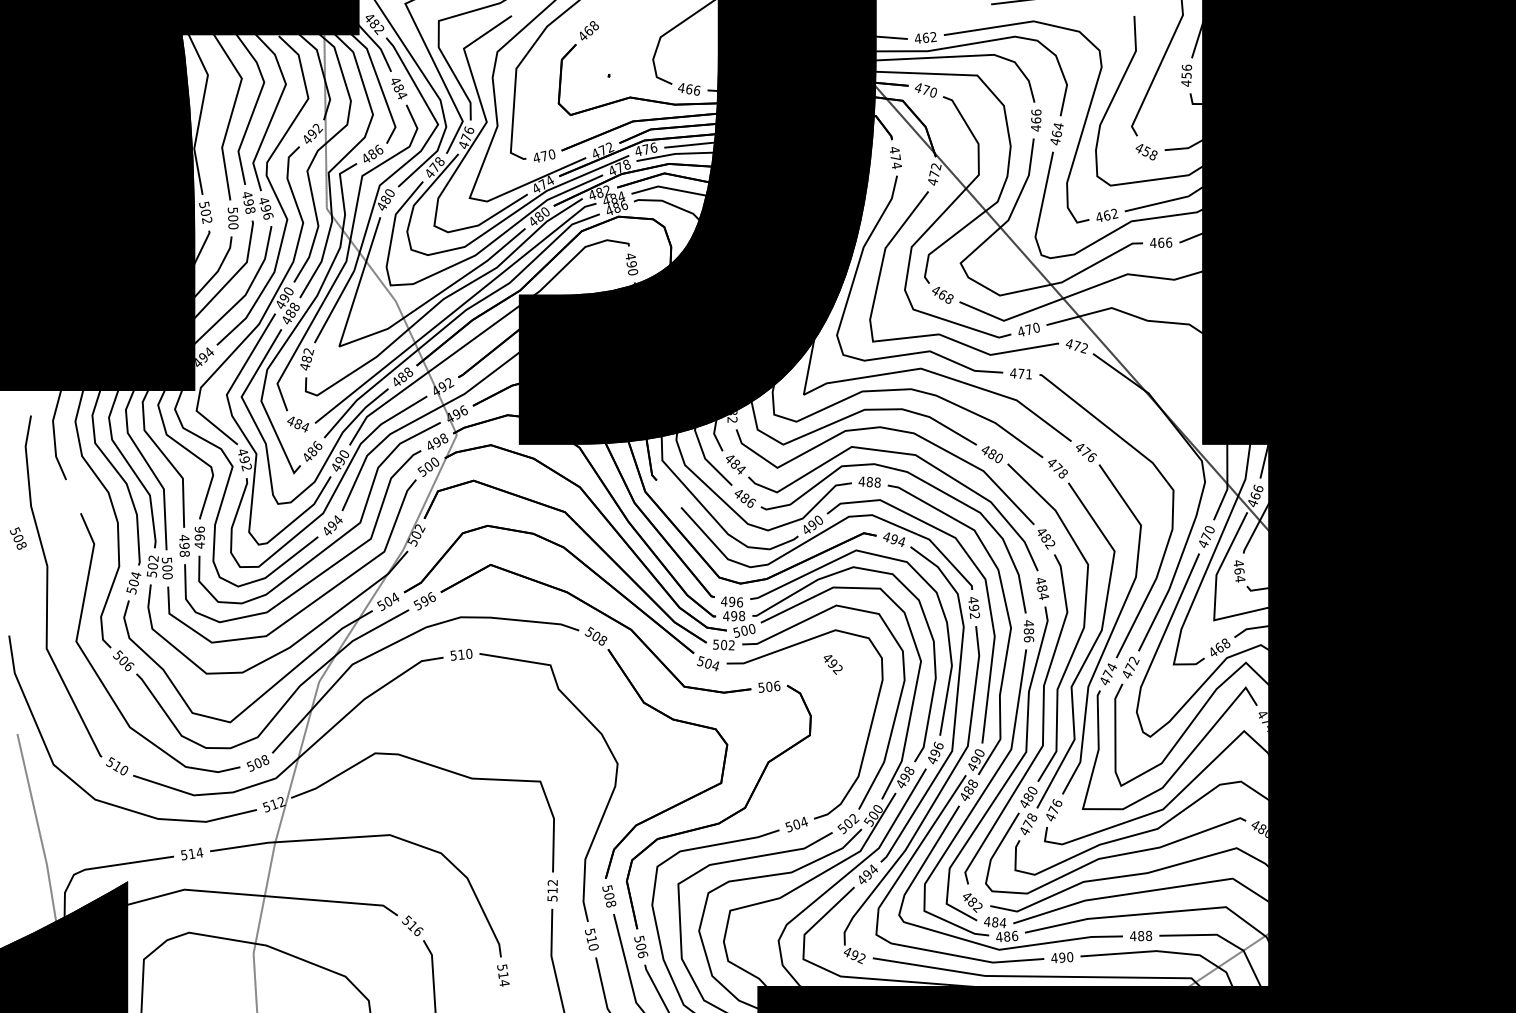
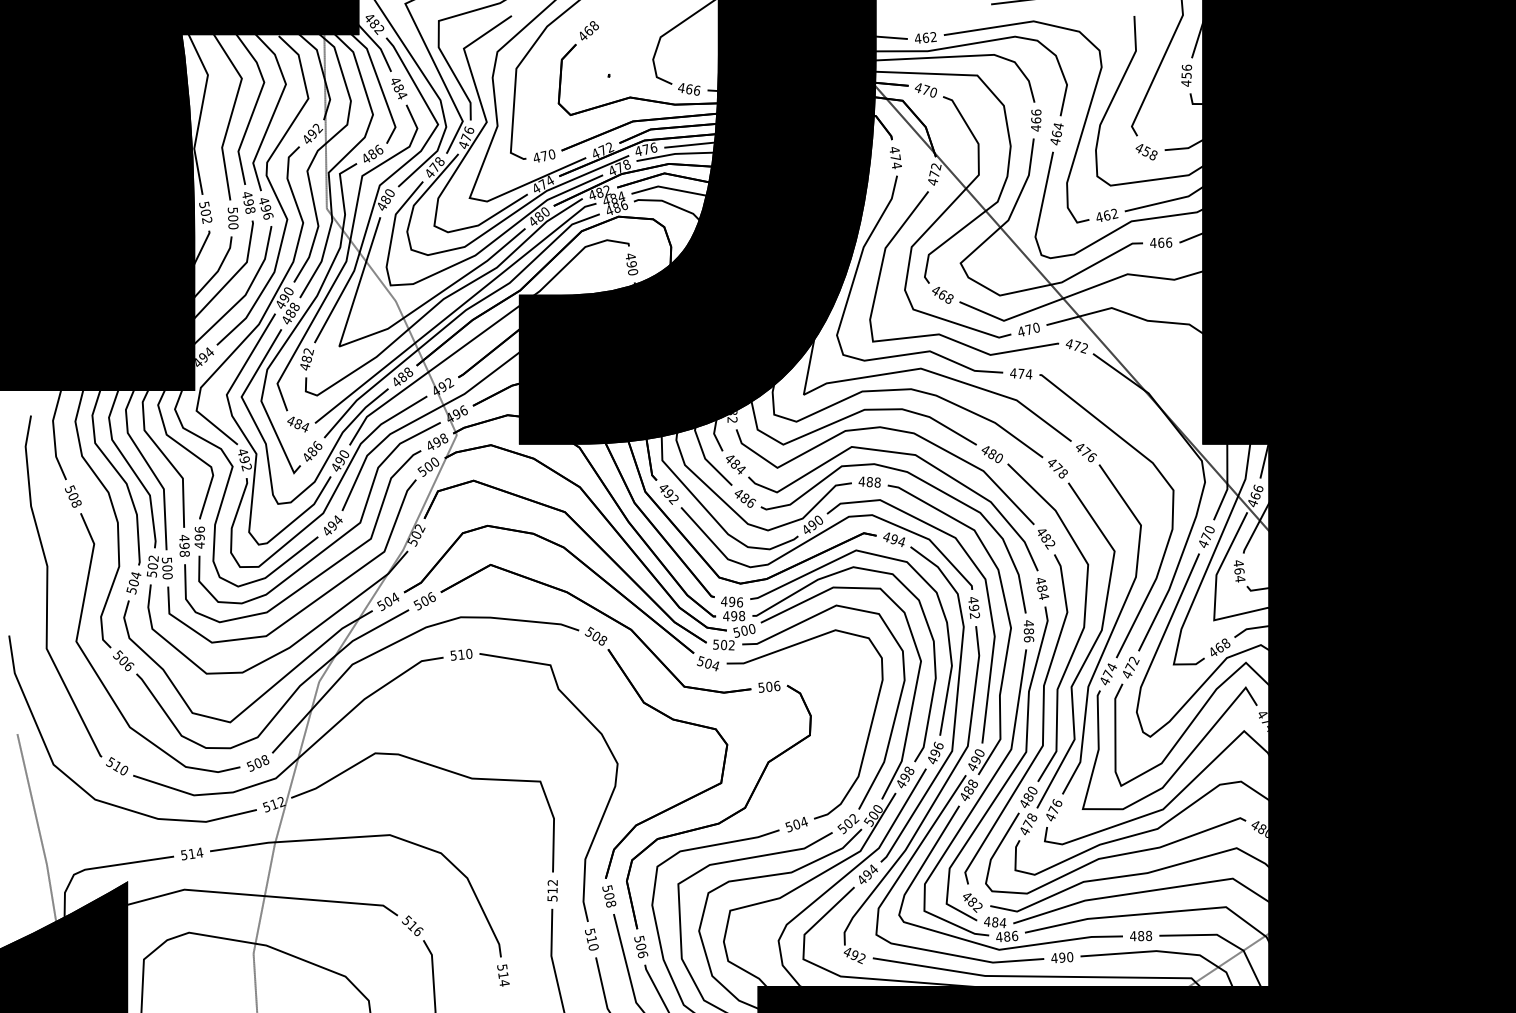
text at (1028, 374): 471 -> 474
text at (18, 538) position: (18, 538) -> (73, 496)
text at (424, 601): 596 -> 506
text at (832, 664) position: (832, 664) -> (668, 494)
